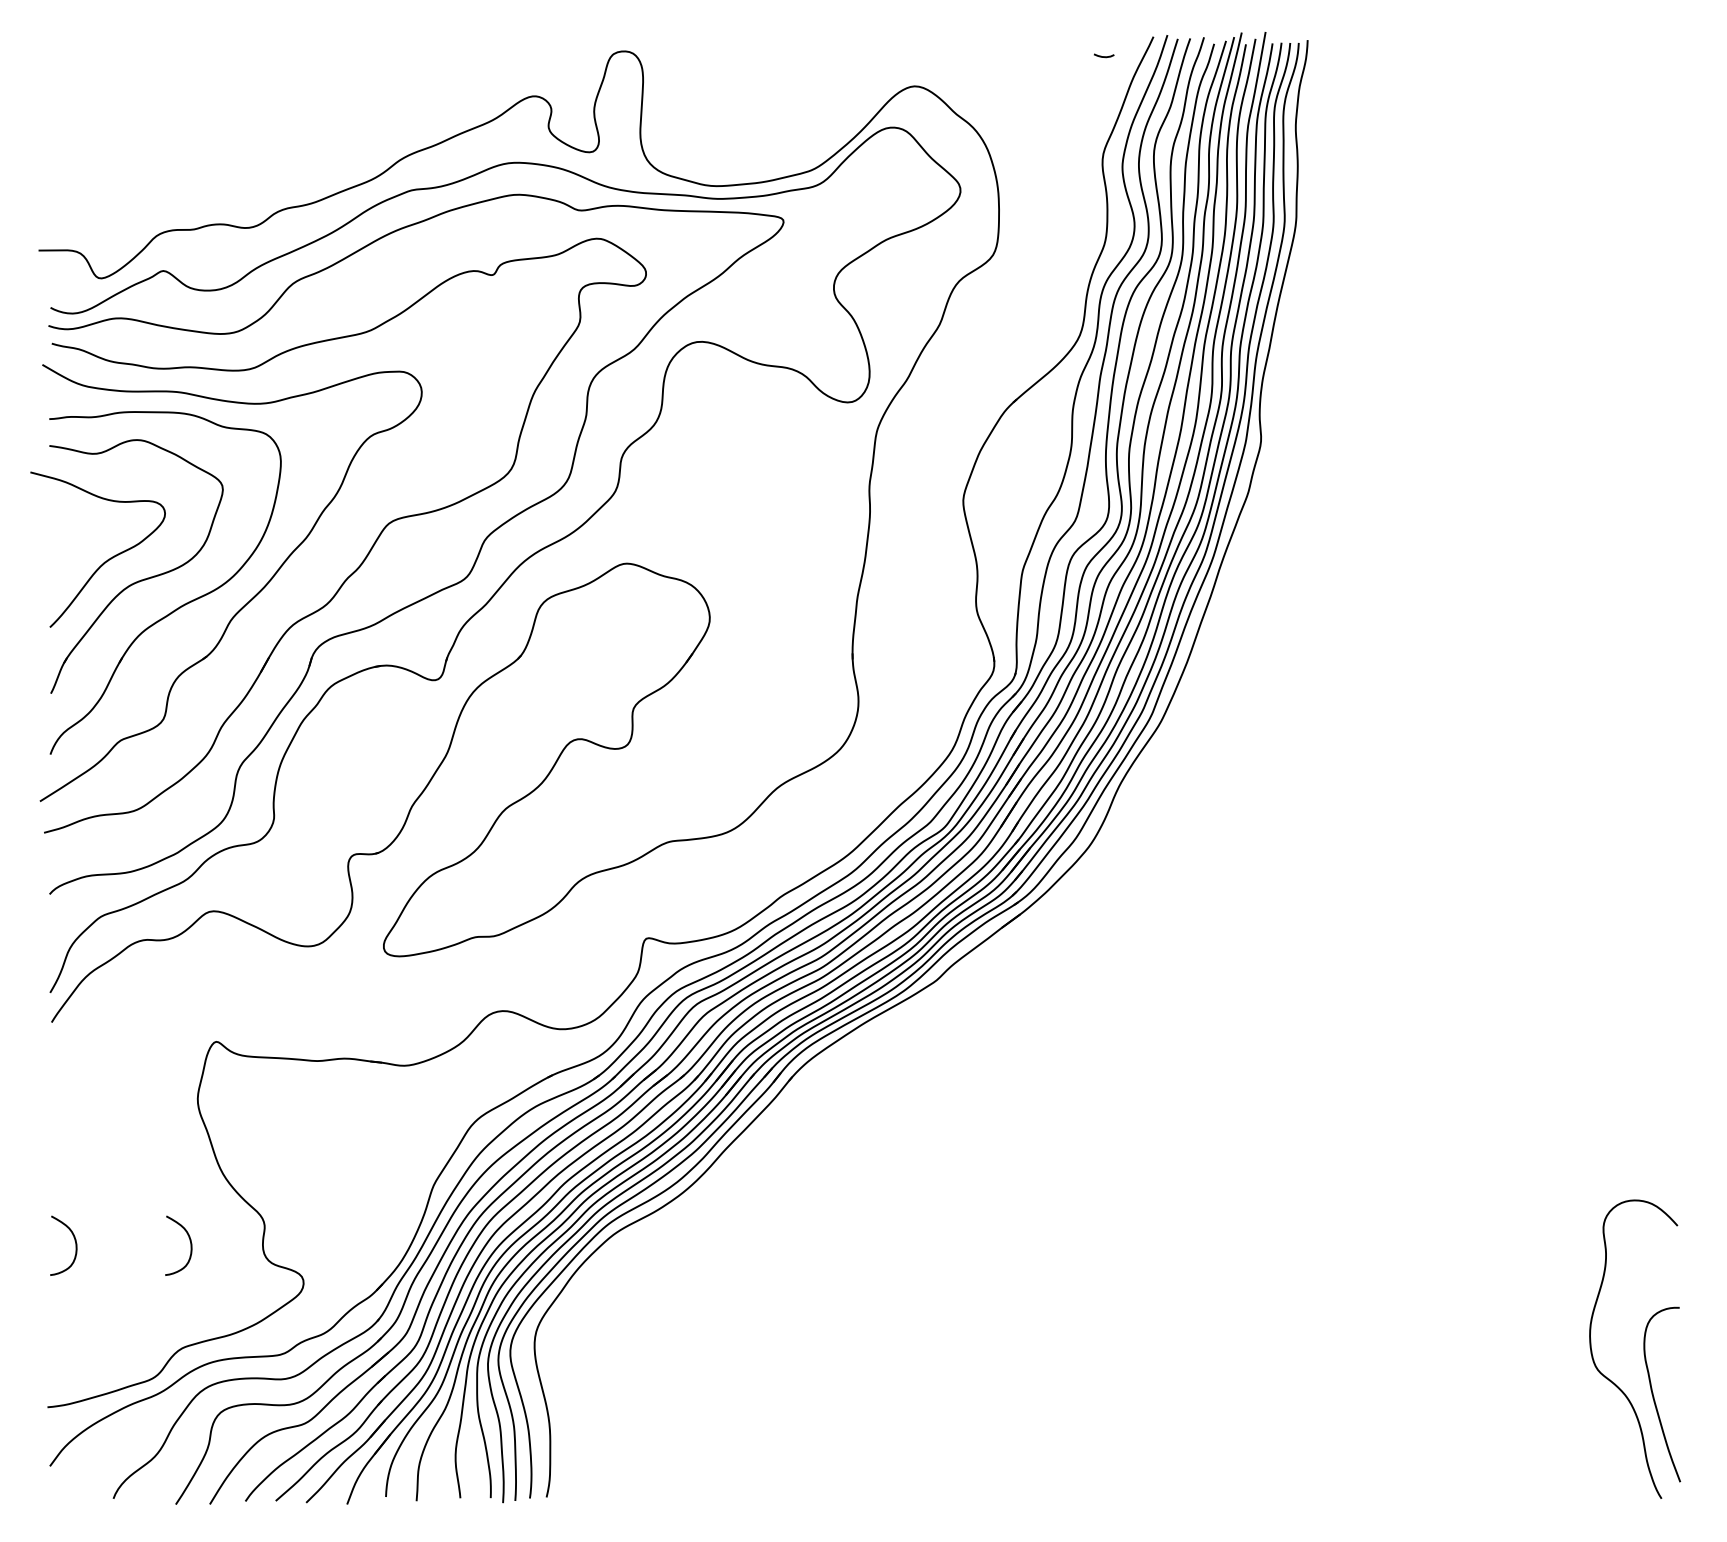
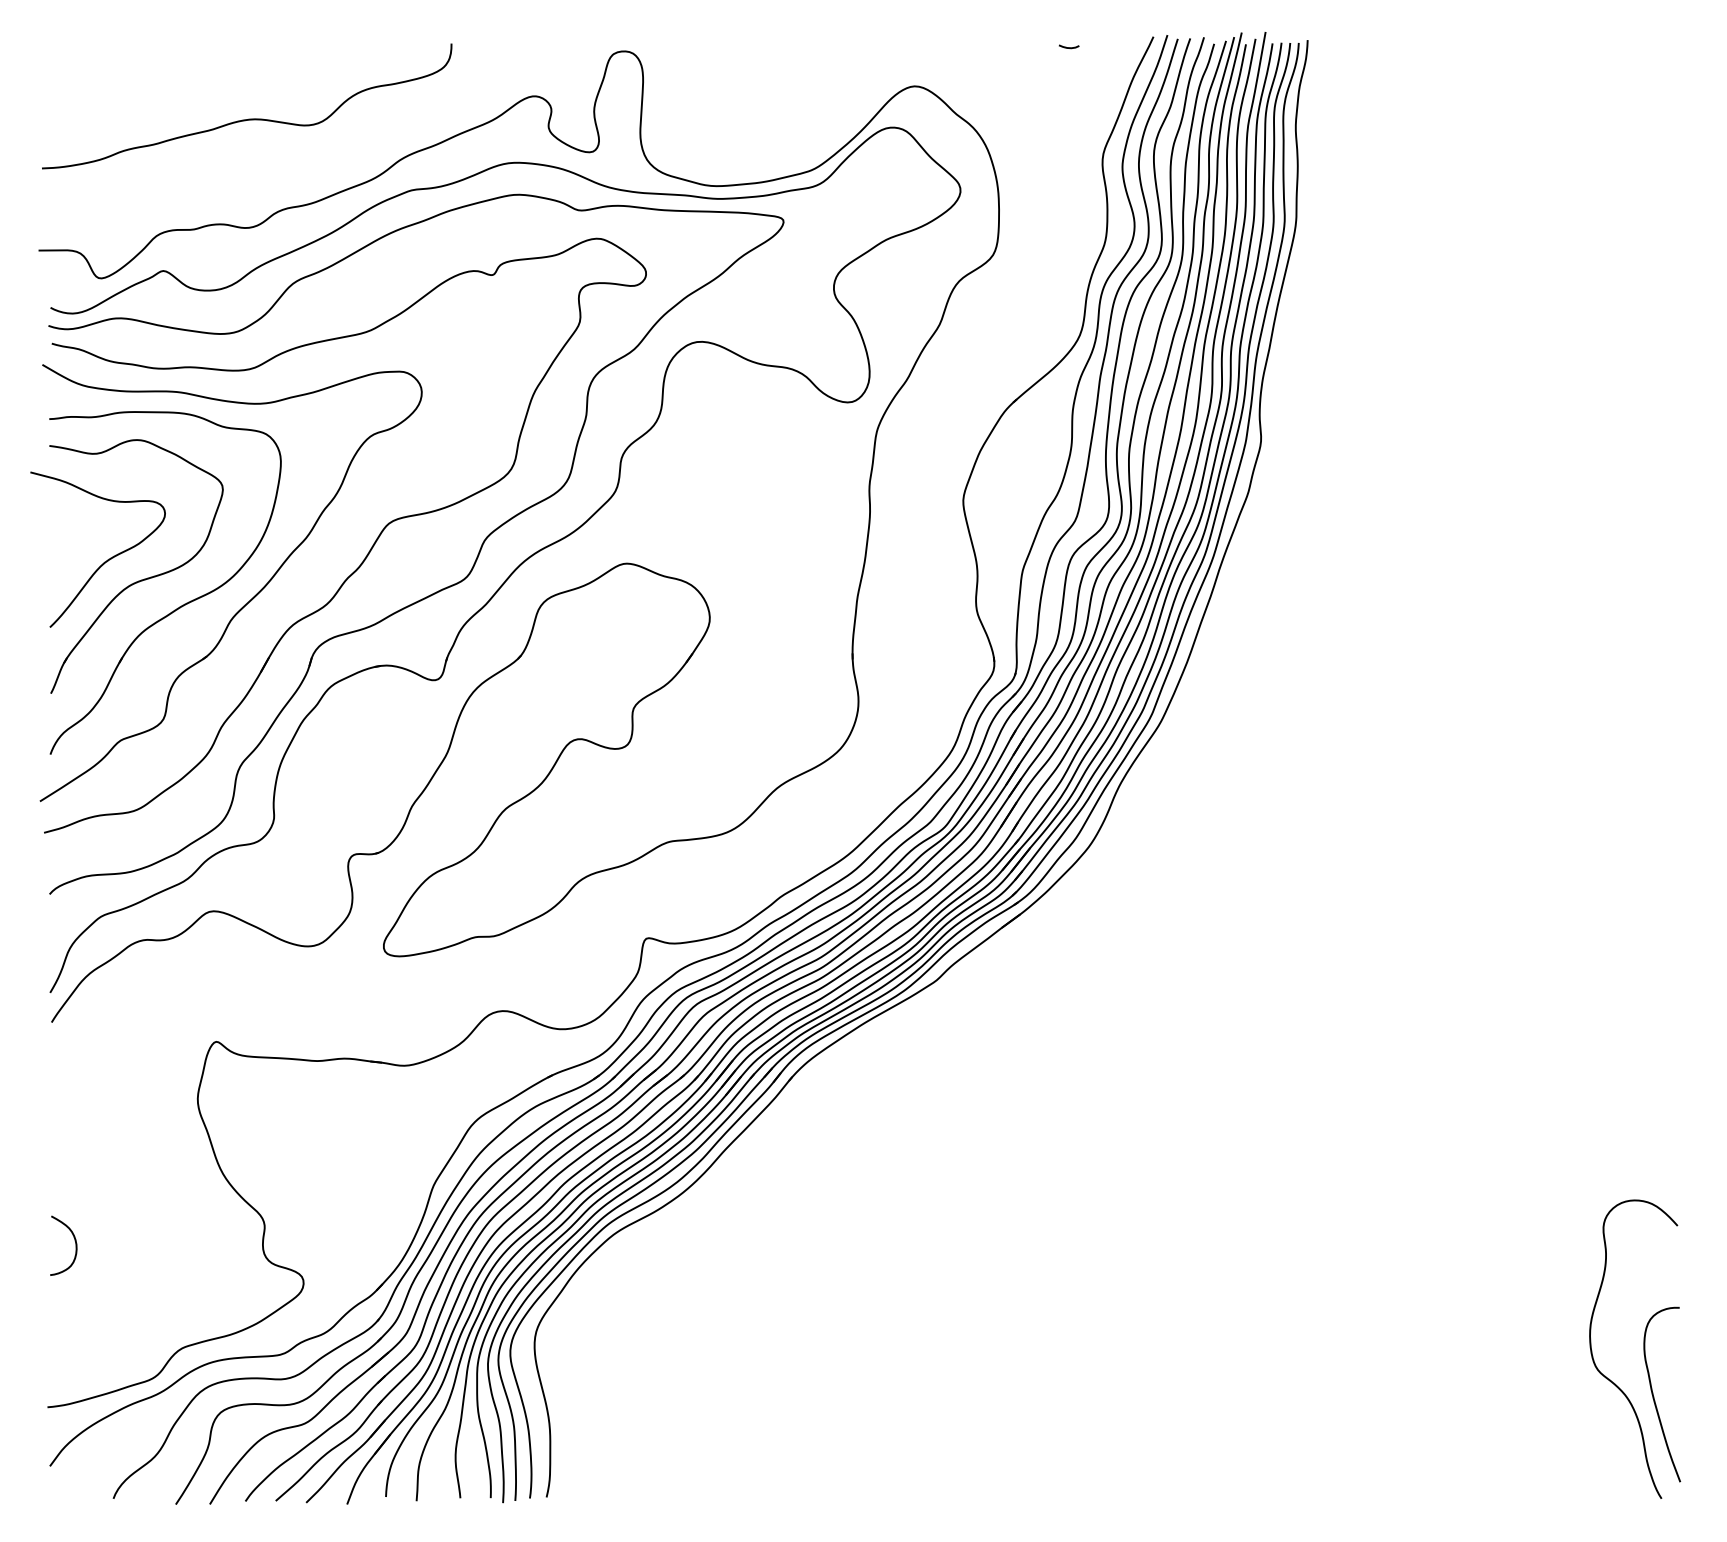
curve at (1104, 56) position: (1104, 56) -> (1069, 47)
curve at (248, 118): none -> present
curve at (190, 1245): present -> none
